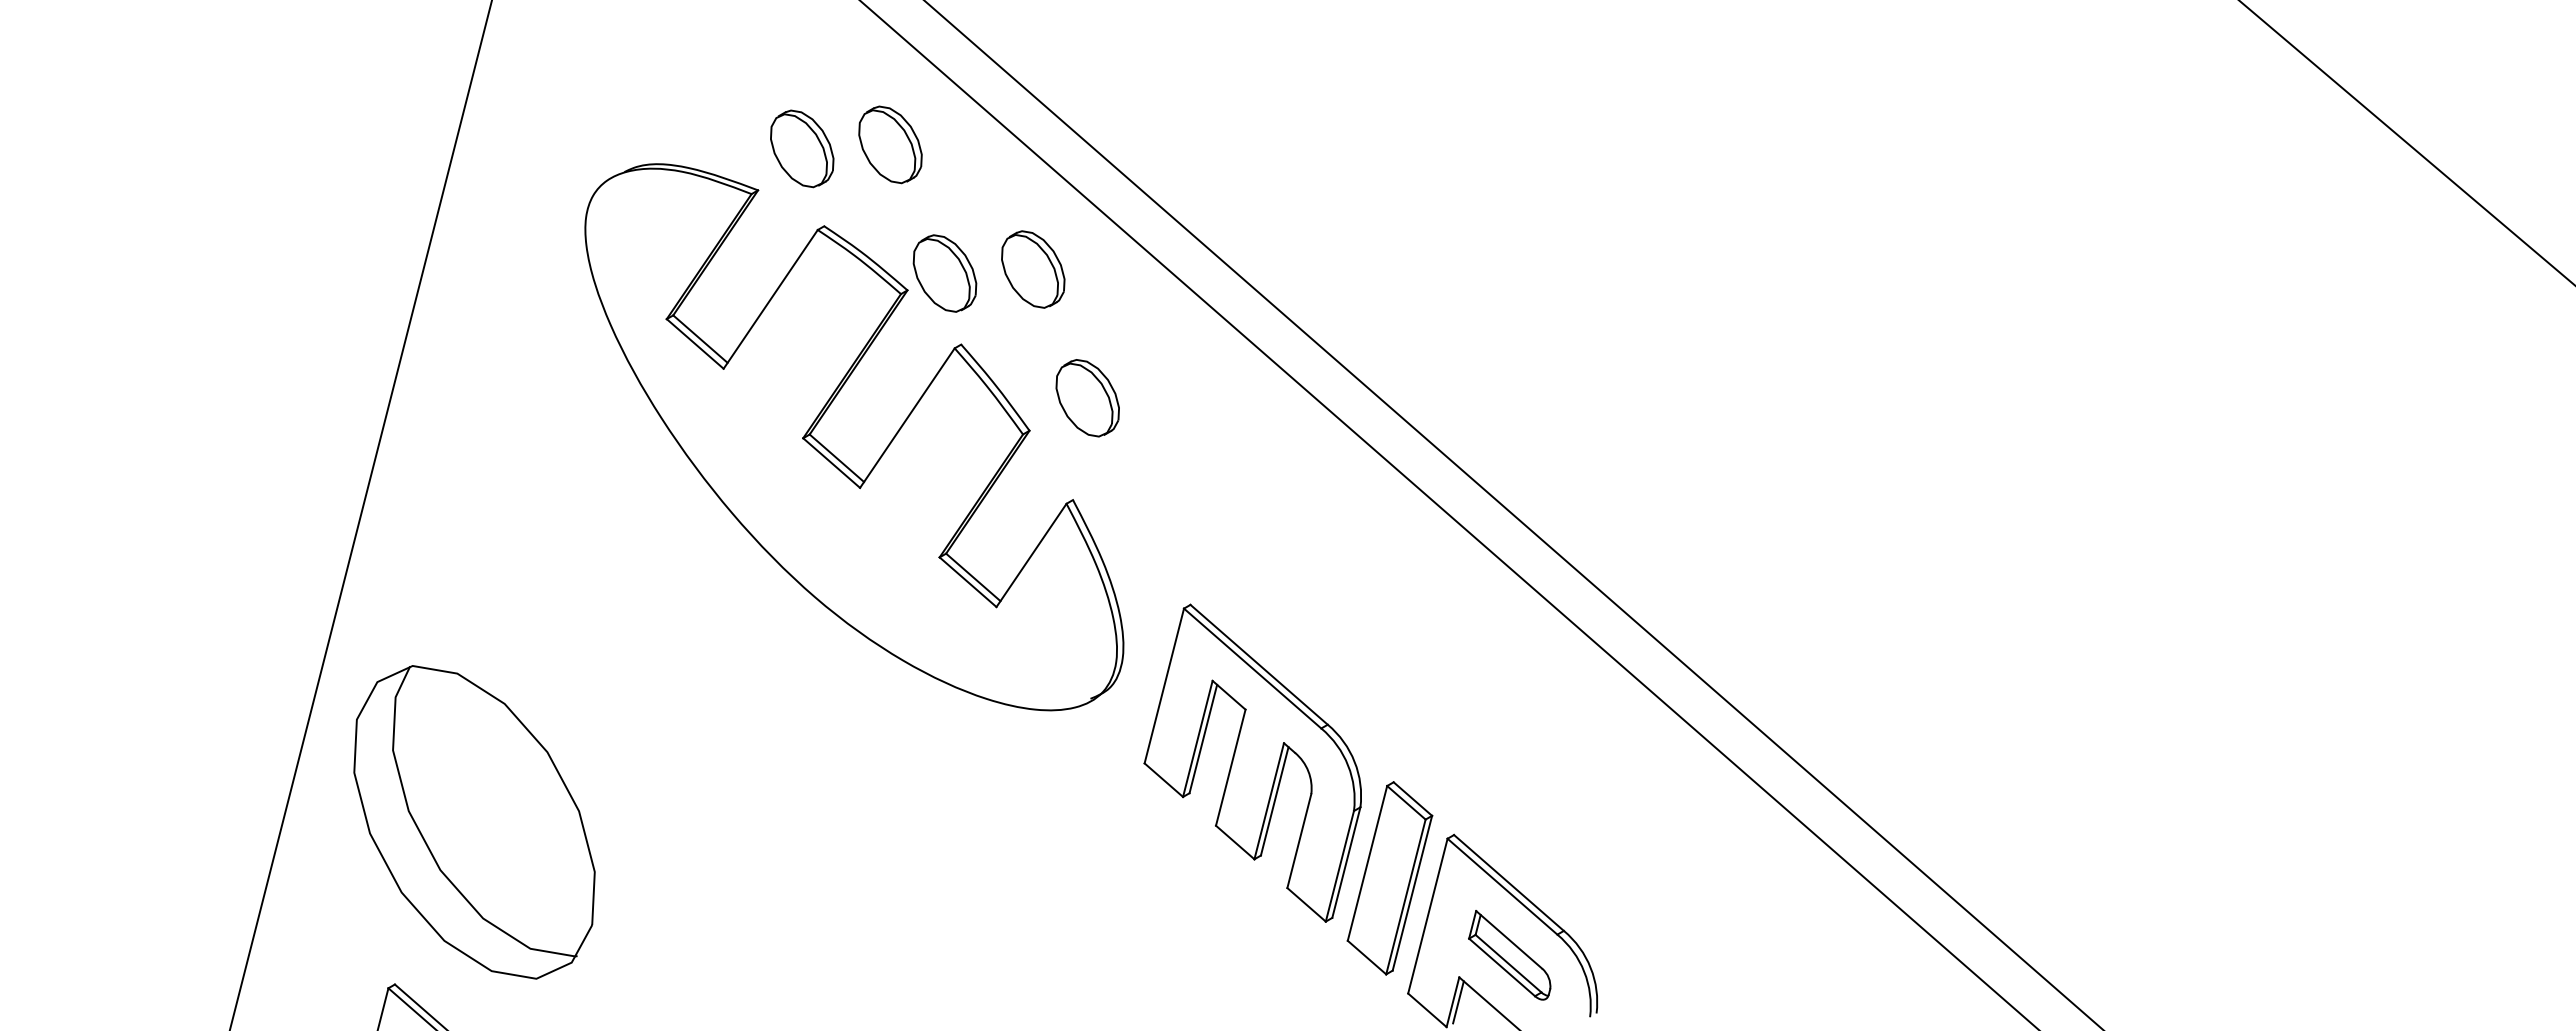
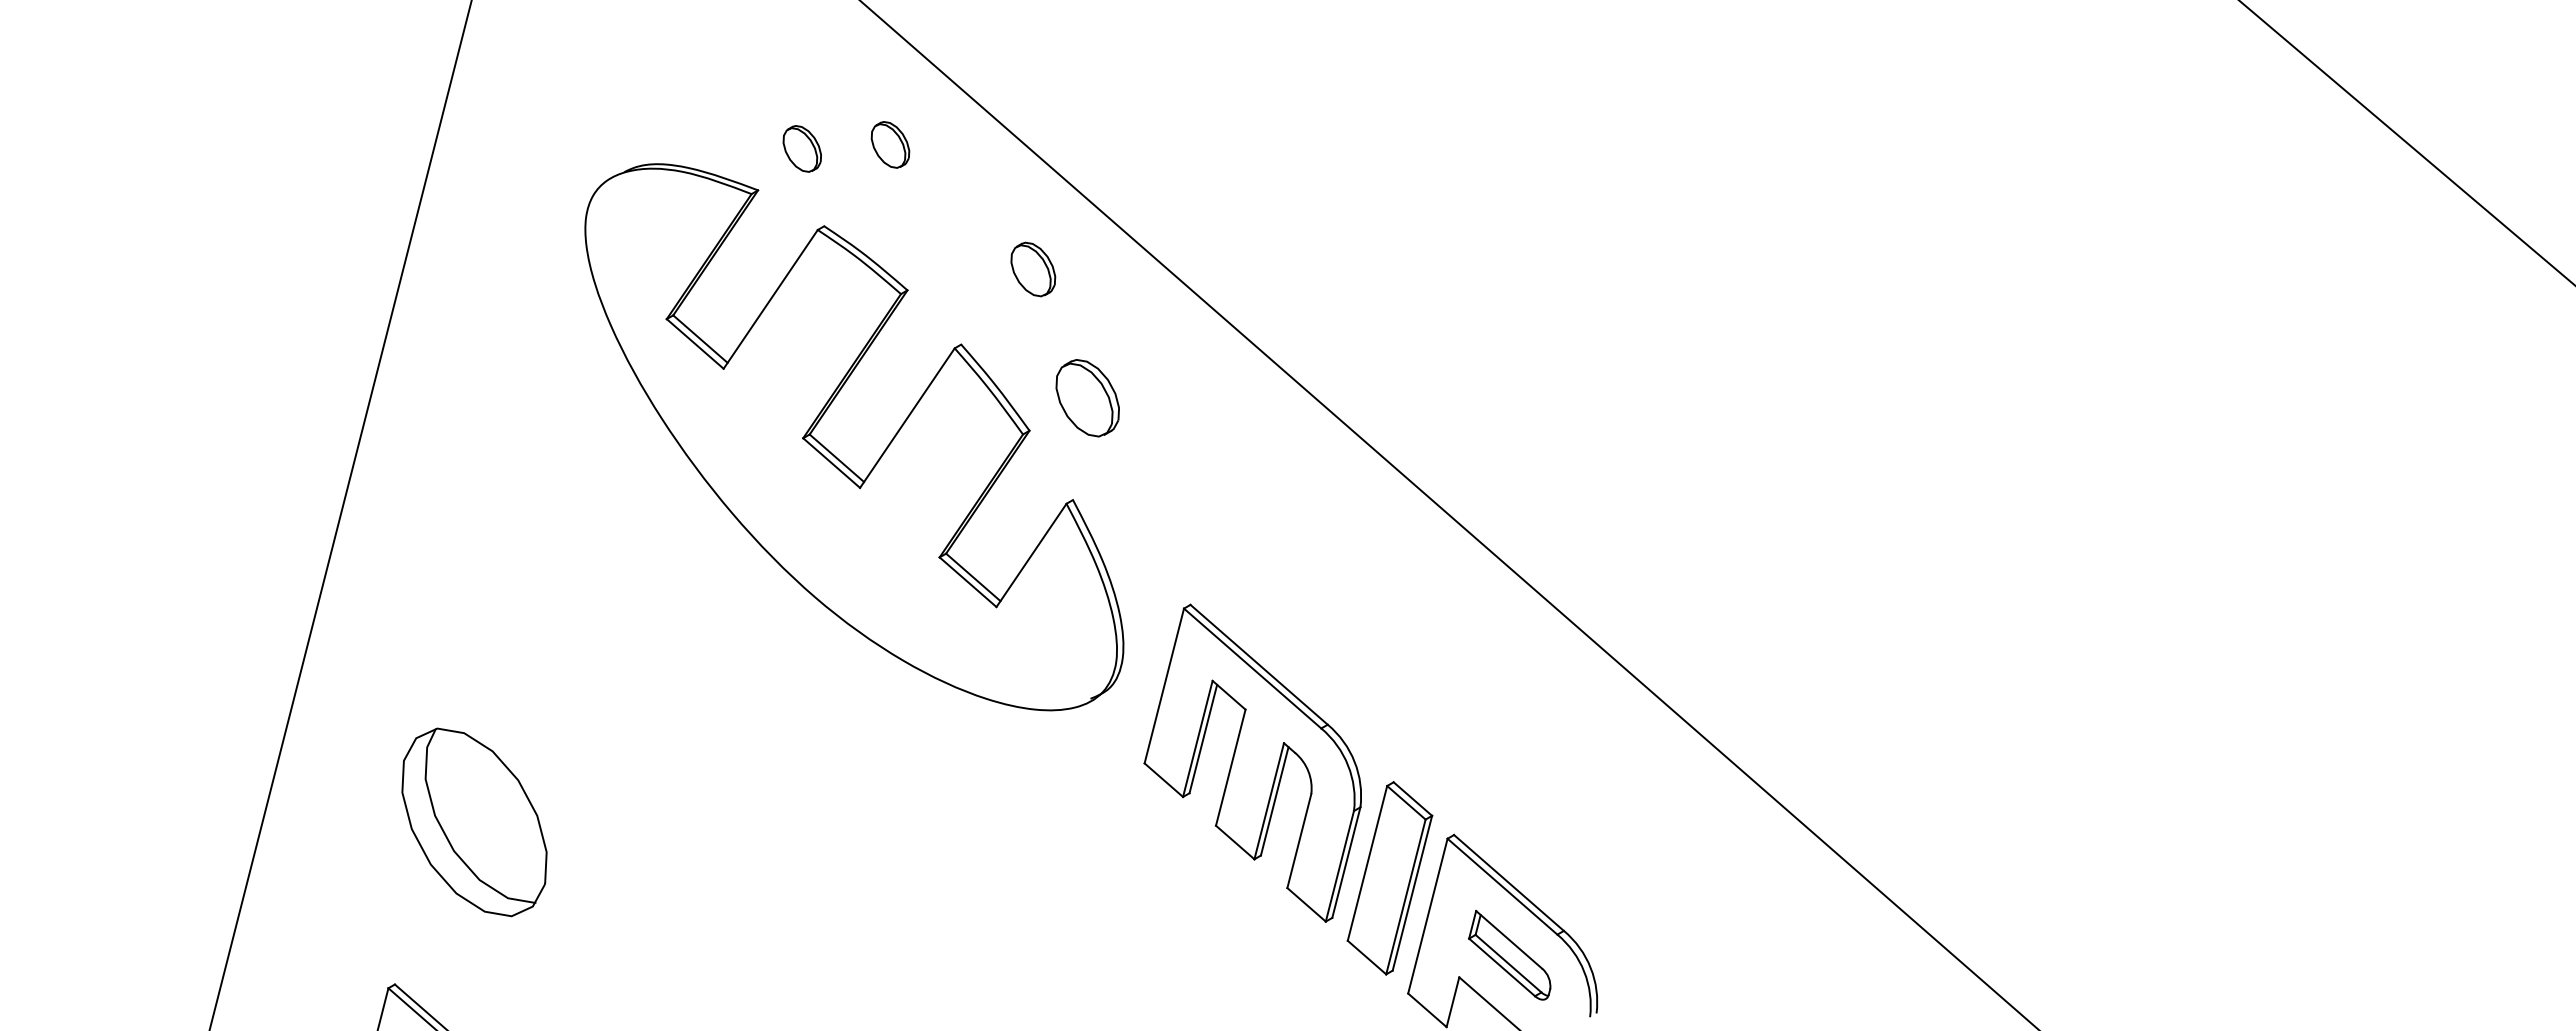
part at (890, 144) size: 65x80 px -> 41x48 px
part at (802, 148) size: 65x80 px -> 40x48 px
part at (1033, 269) size: 65x79 px -> 47x57 px
part at (944, 273): present -> none
line at (360, 514) position: (360, 514) -> (340, 514)
line at (1513, 514): present -> none
part at (474, 822) size: 243x315 px -> 147x191 px
line at (1458, 1002): present -> none
